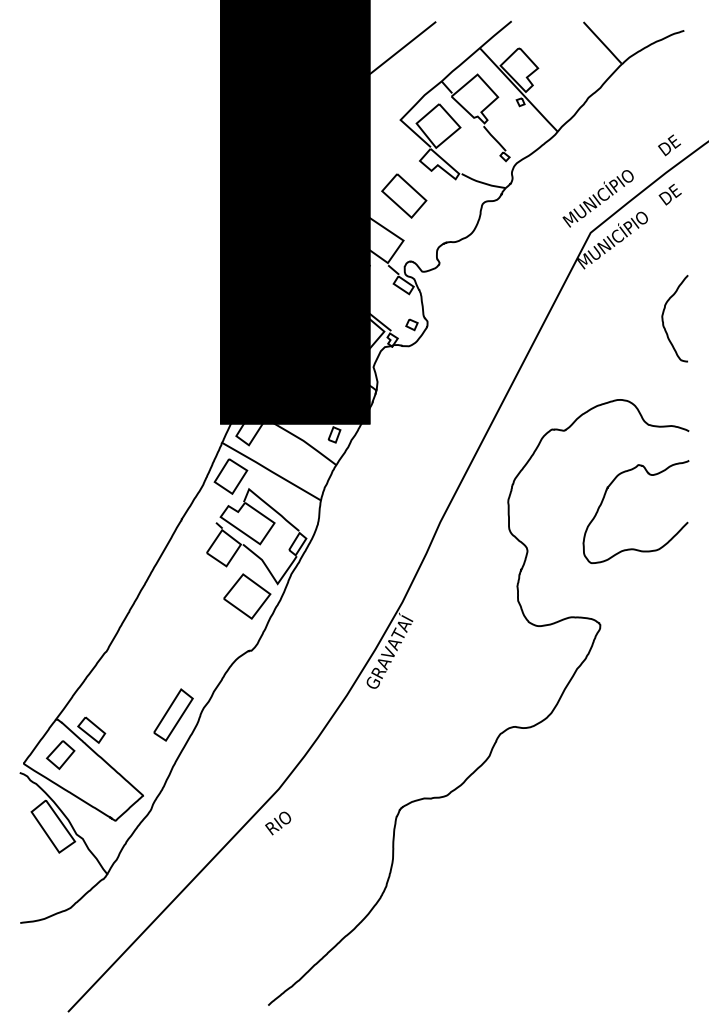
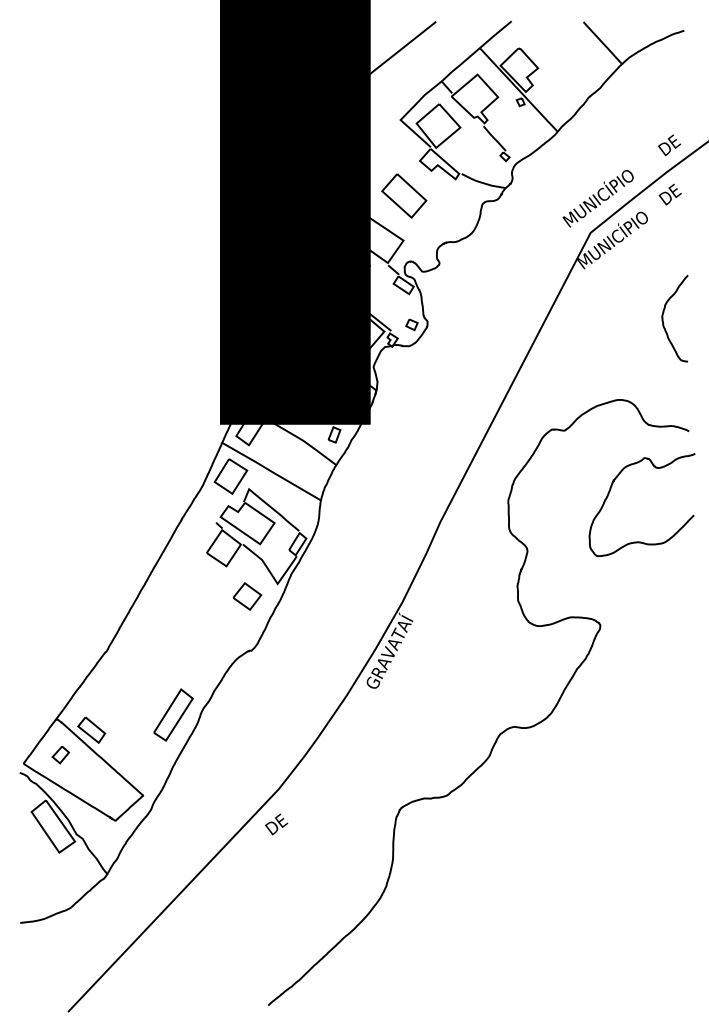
curve at (603, 501) position: (603, 501) -> (609, 494)
part at (247, 596) size: 49x47 px -> 31x29 px
part at (60, 754) size: 30x30 px -> 20x19 px
text at (280, 822): RIO -> DE
